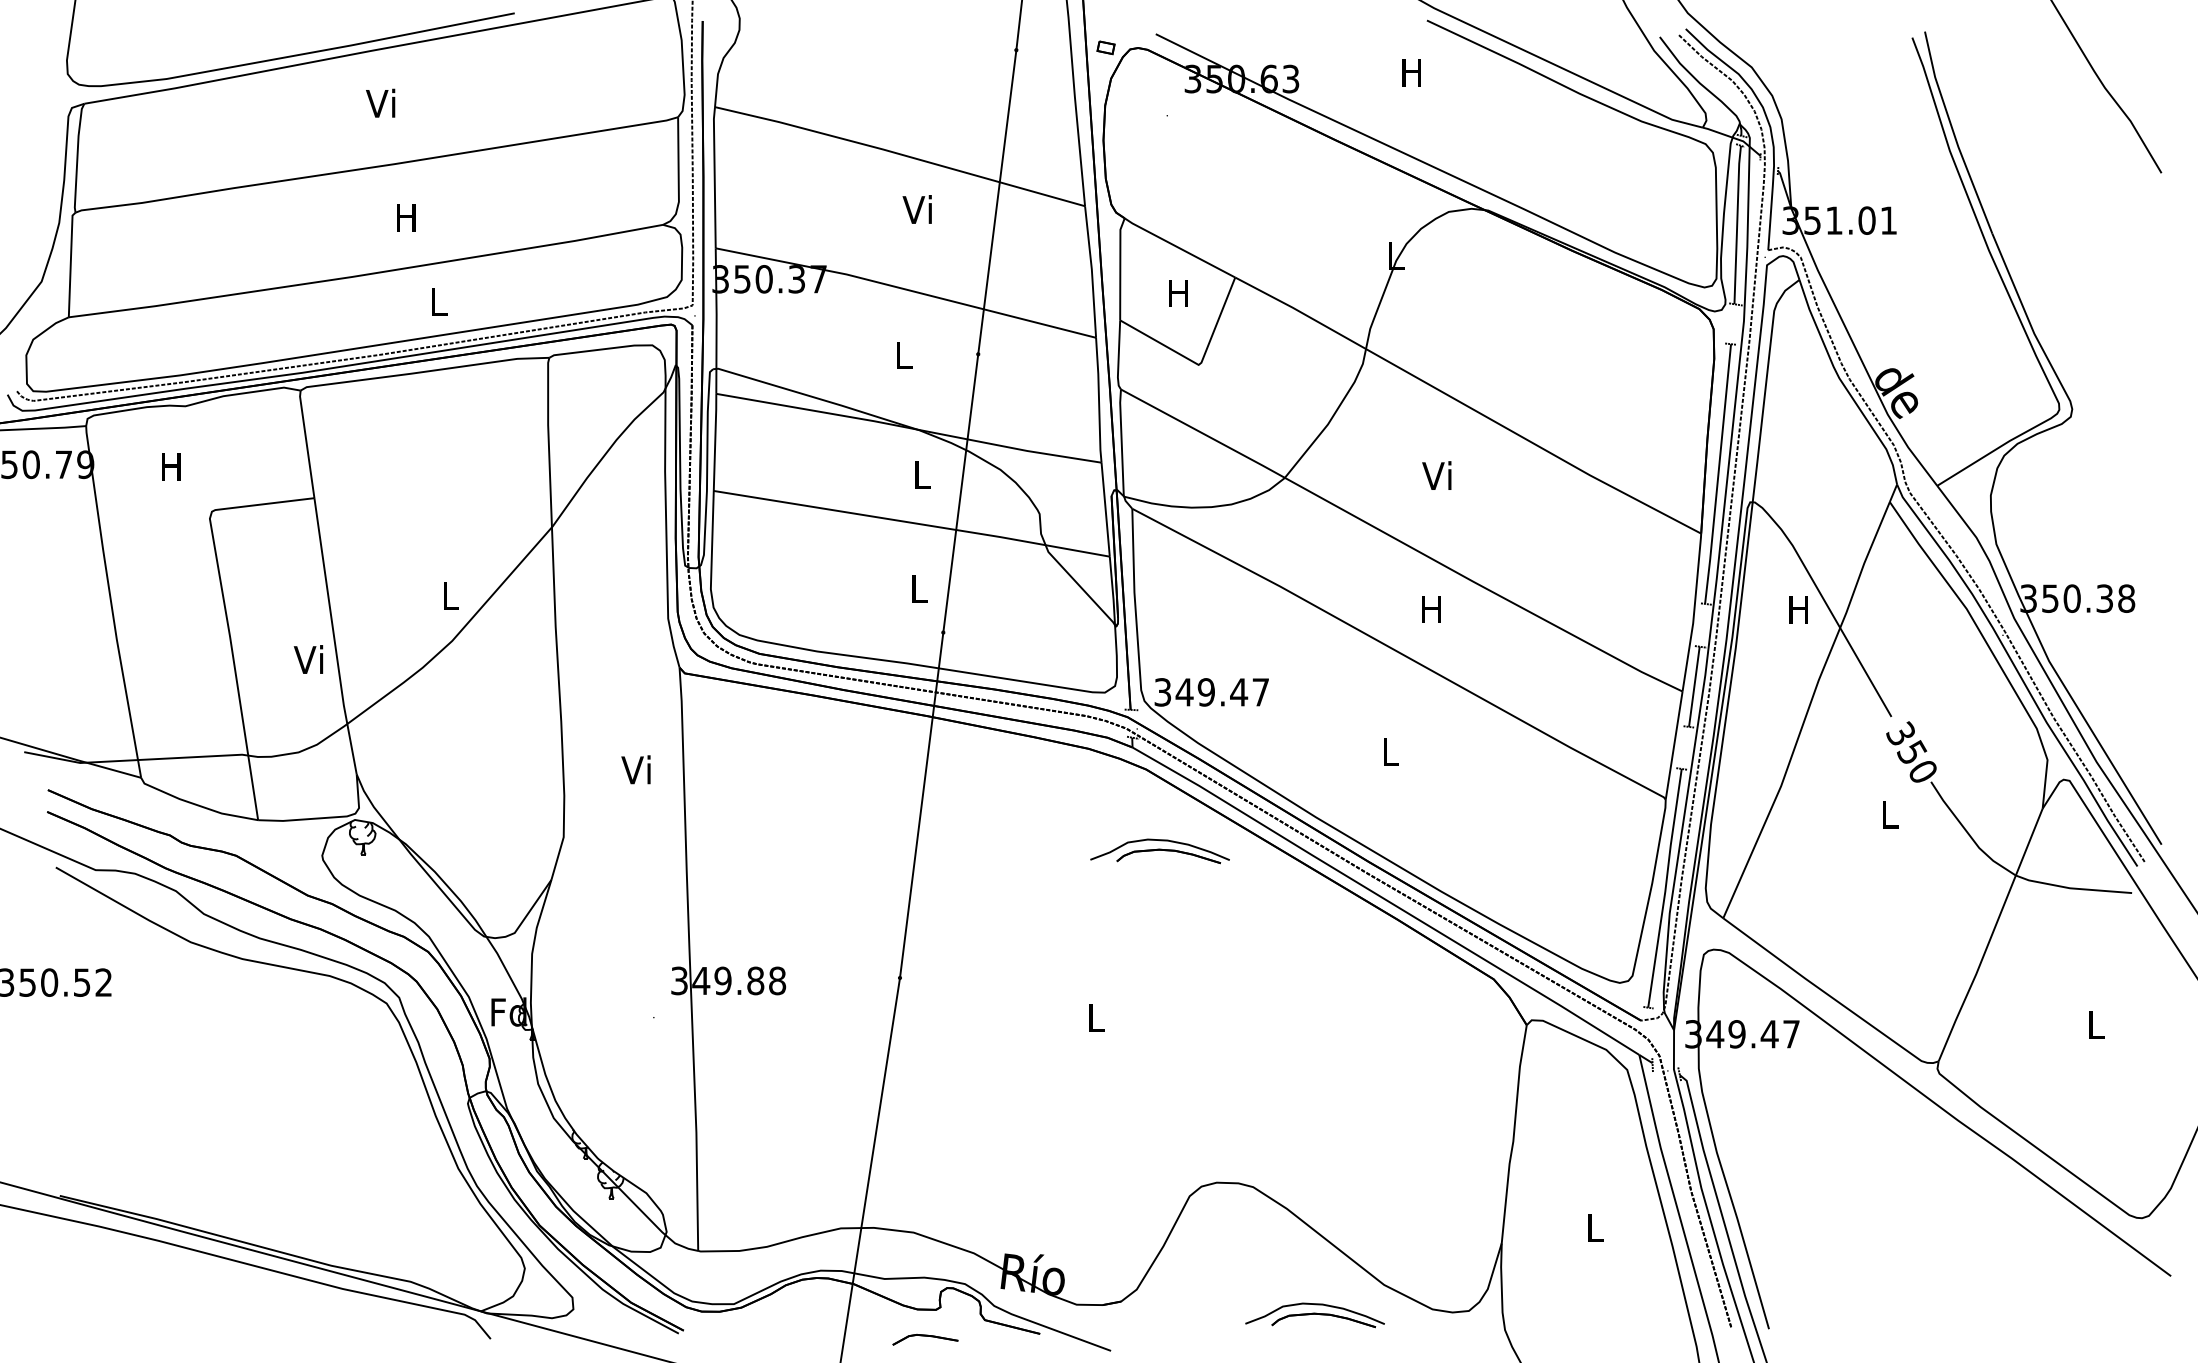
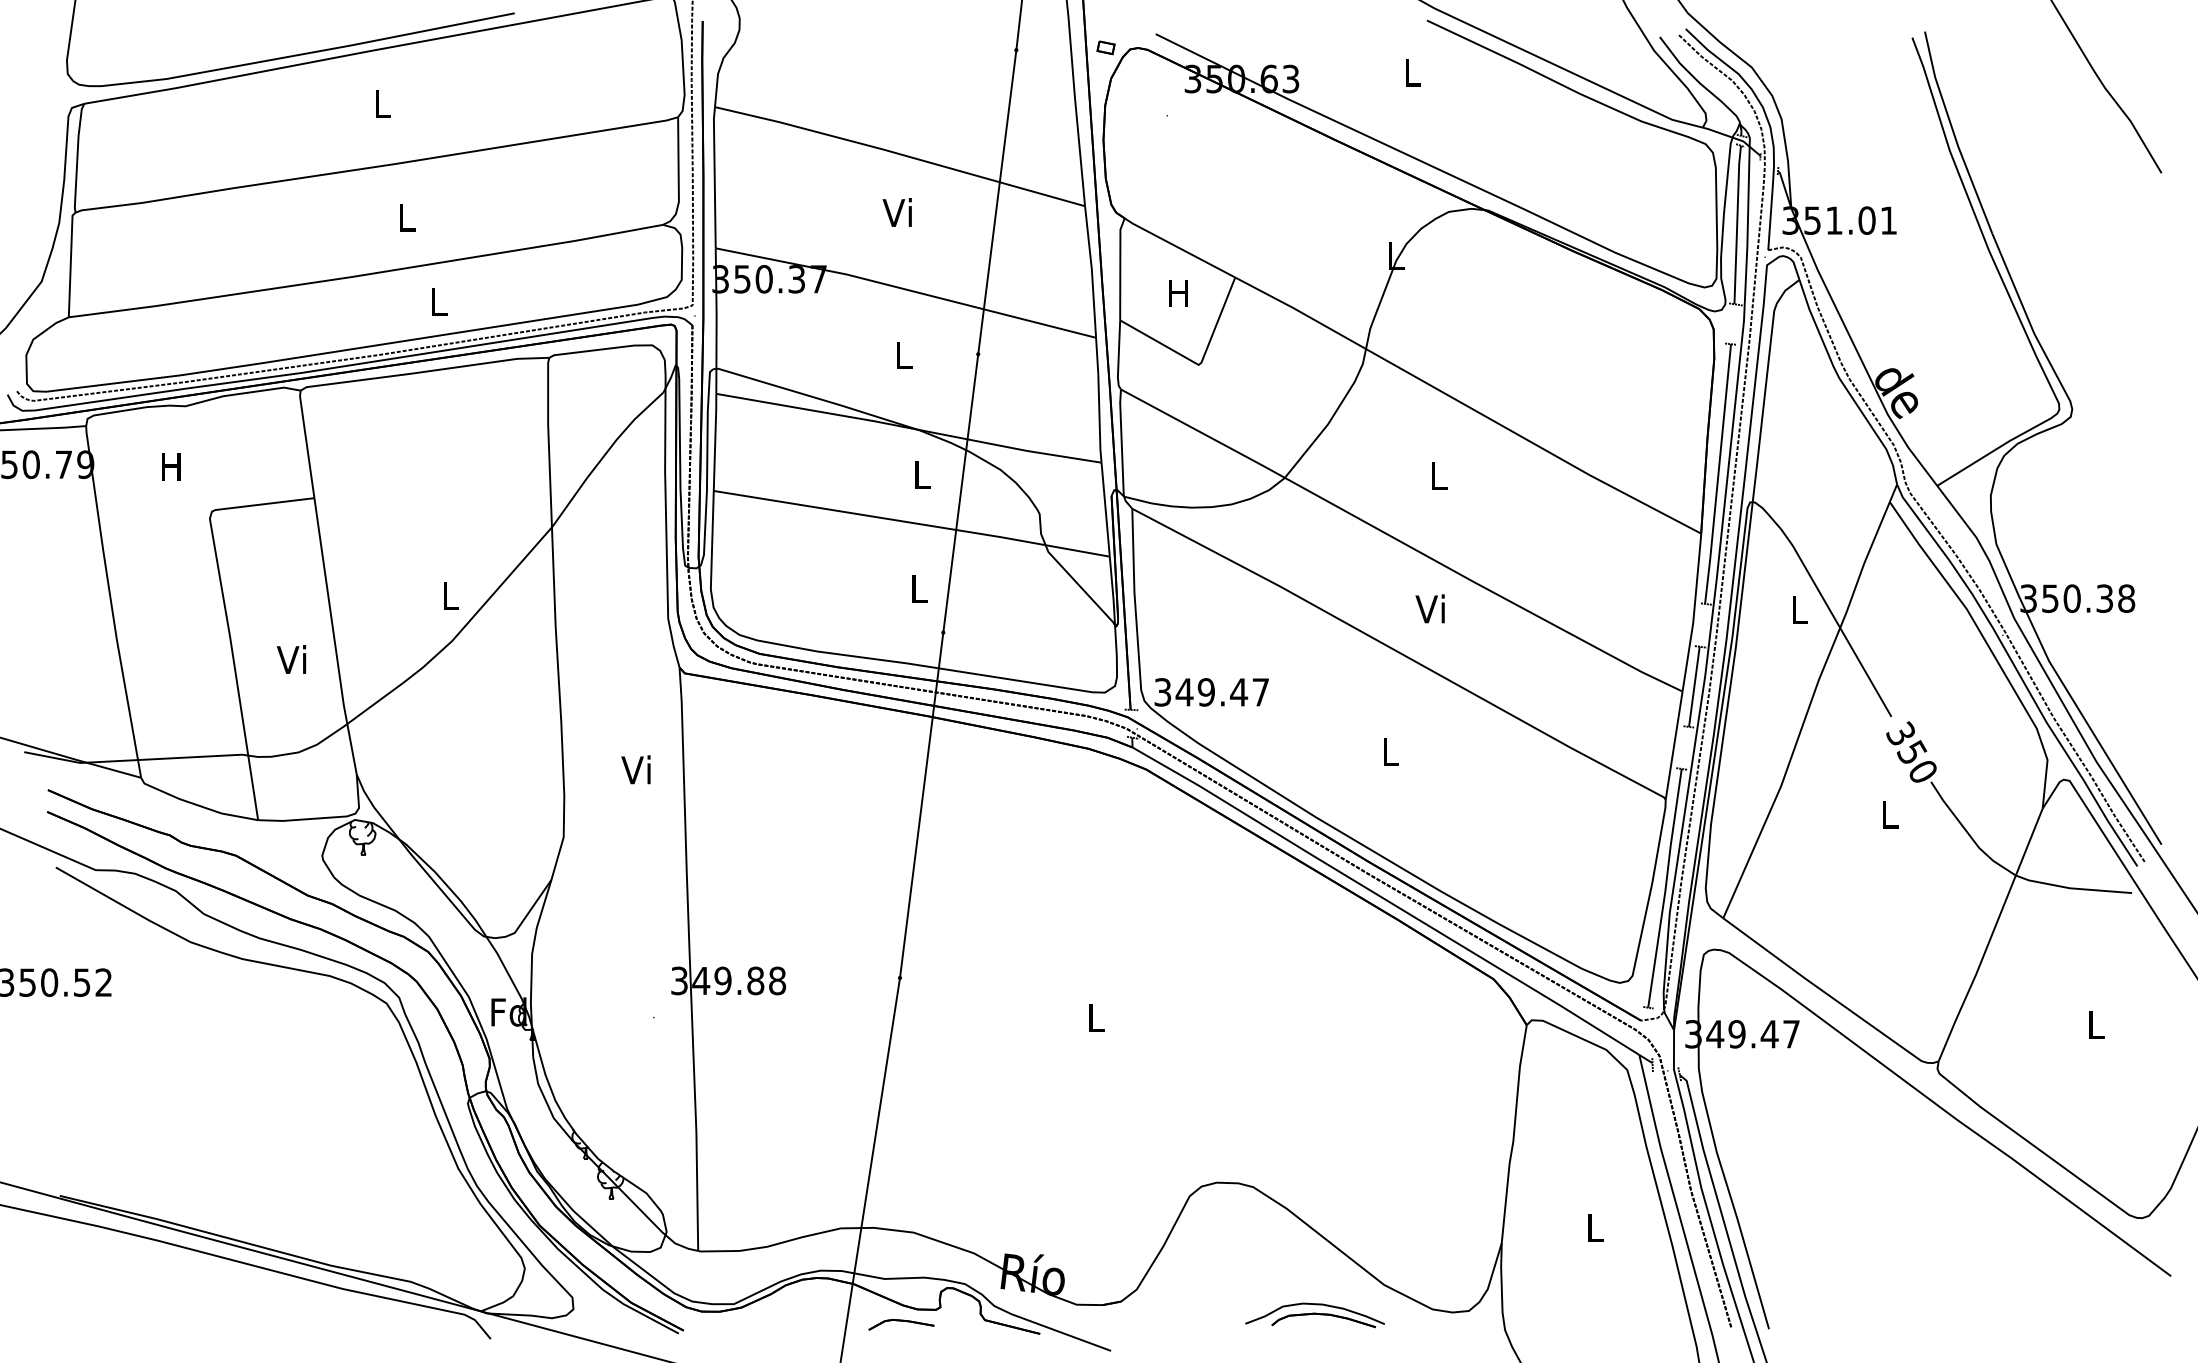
text at (1411, 72): H -> L
text at (380, 102): Vi -> L
text at (916, 209) position: (916, 209) -> (896, 212)
text at (406, 217): H -> L
text at (1436, 475): Vi -> L
text at (1429, 608): H -> Vi
text at (1798, 609): H -> L
text at (308, 659) position: (308, 659) -> (291, 659)
part at (1159, 851): present -> none
part at (925, 1339) position: (925, 1339) -> (901, 1324)
